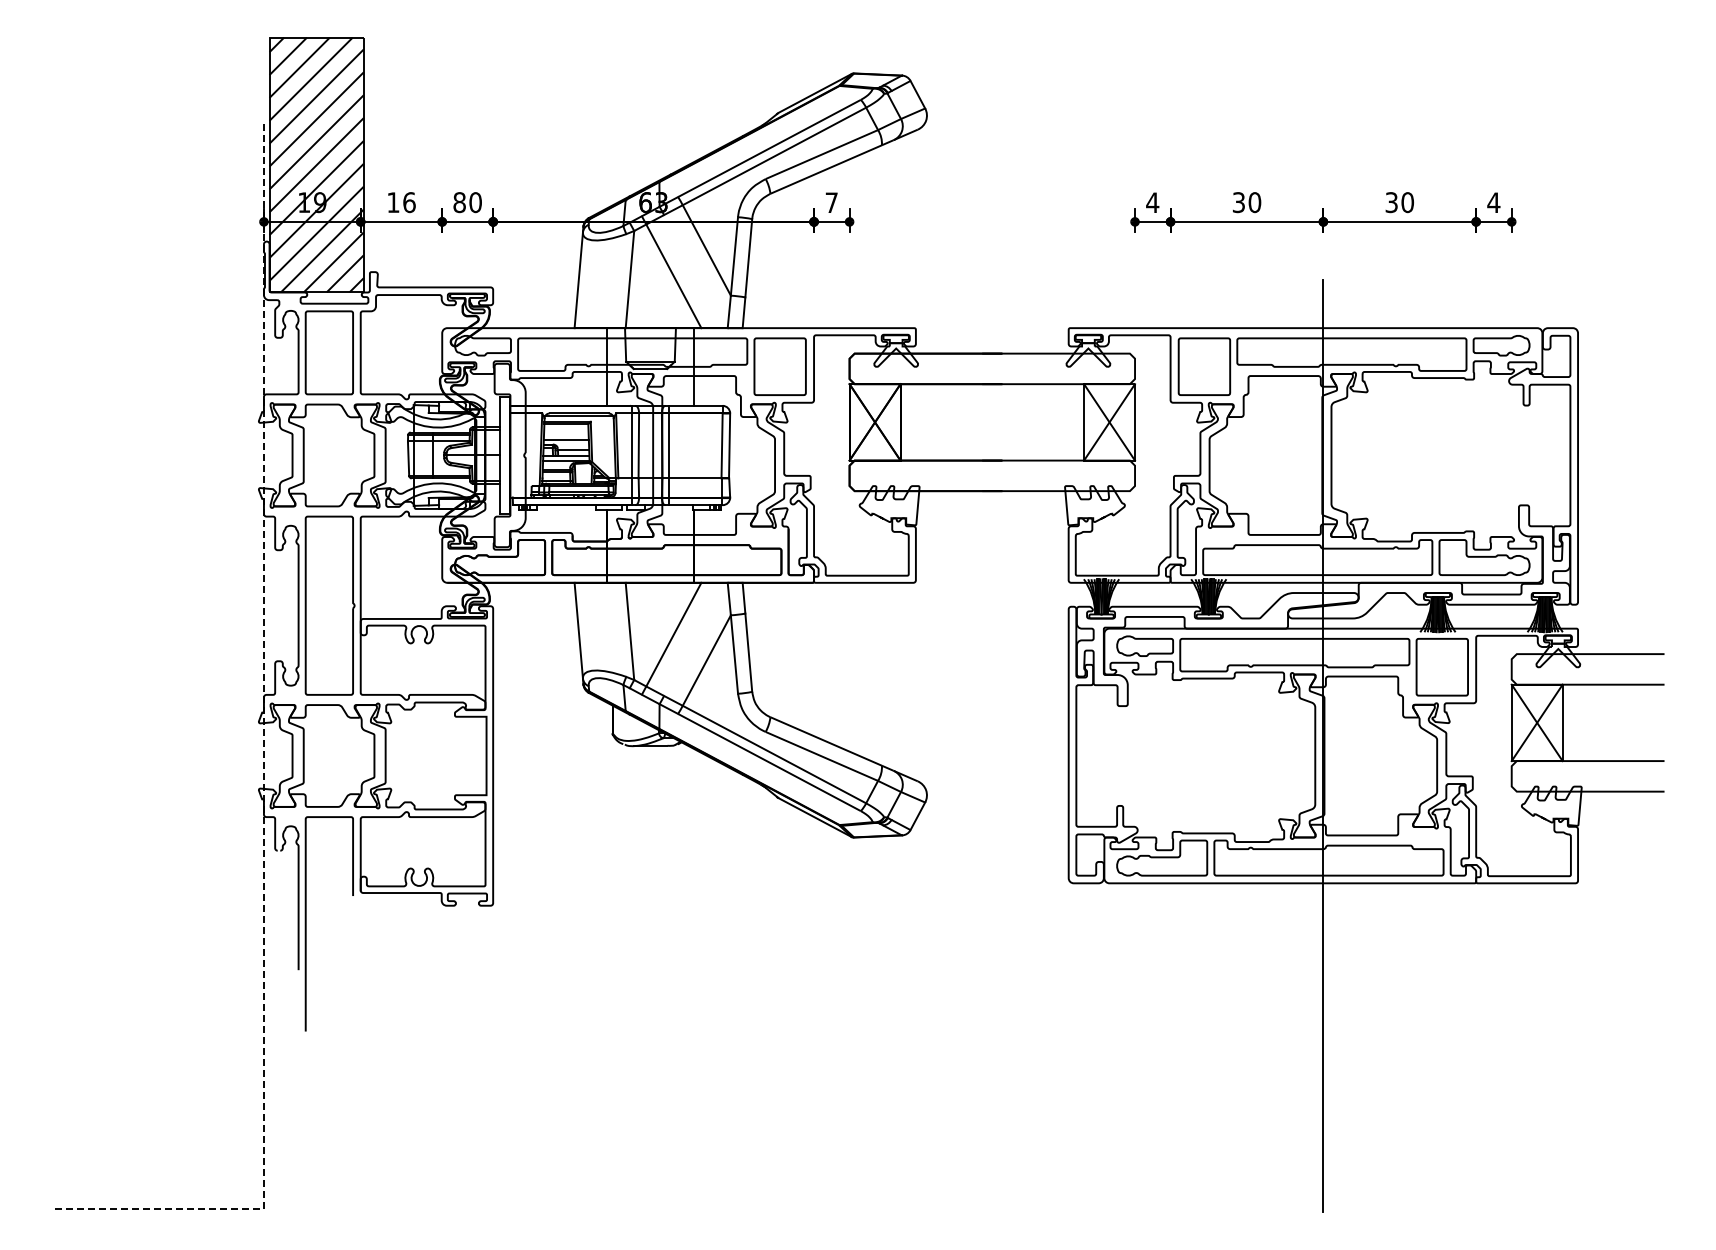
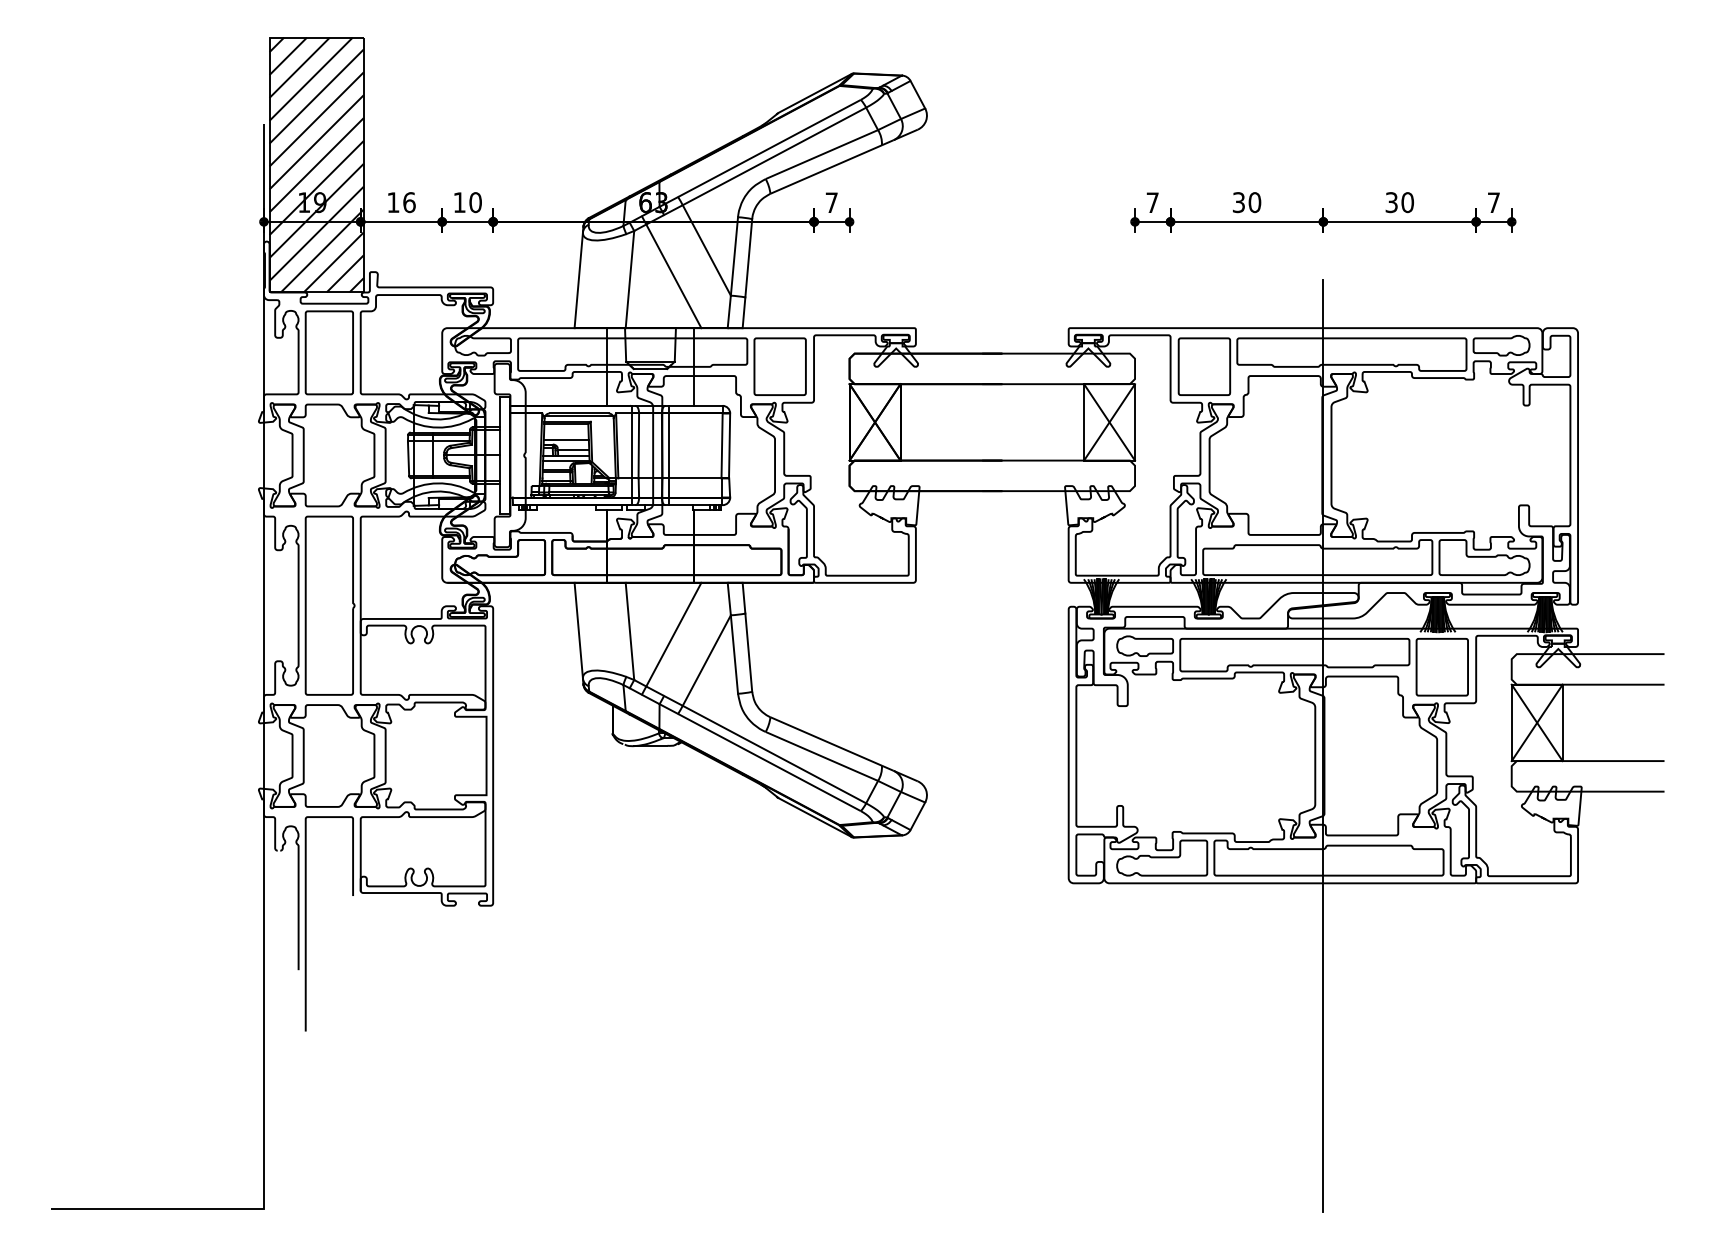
text at (459, 202): 80 -> 10
text at (1152, 202): 4 -> 7
text at (1493, 202): 4 -> 7
line at (263, 773): dashed -> solid
